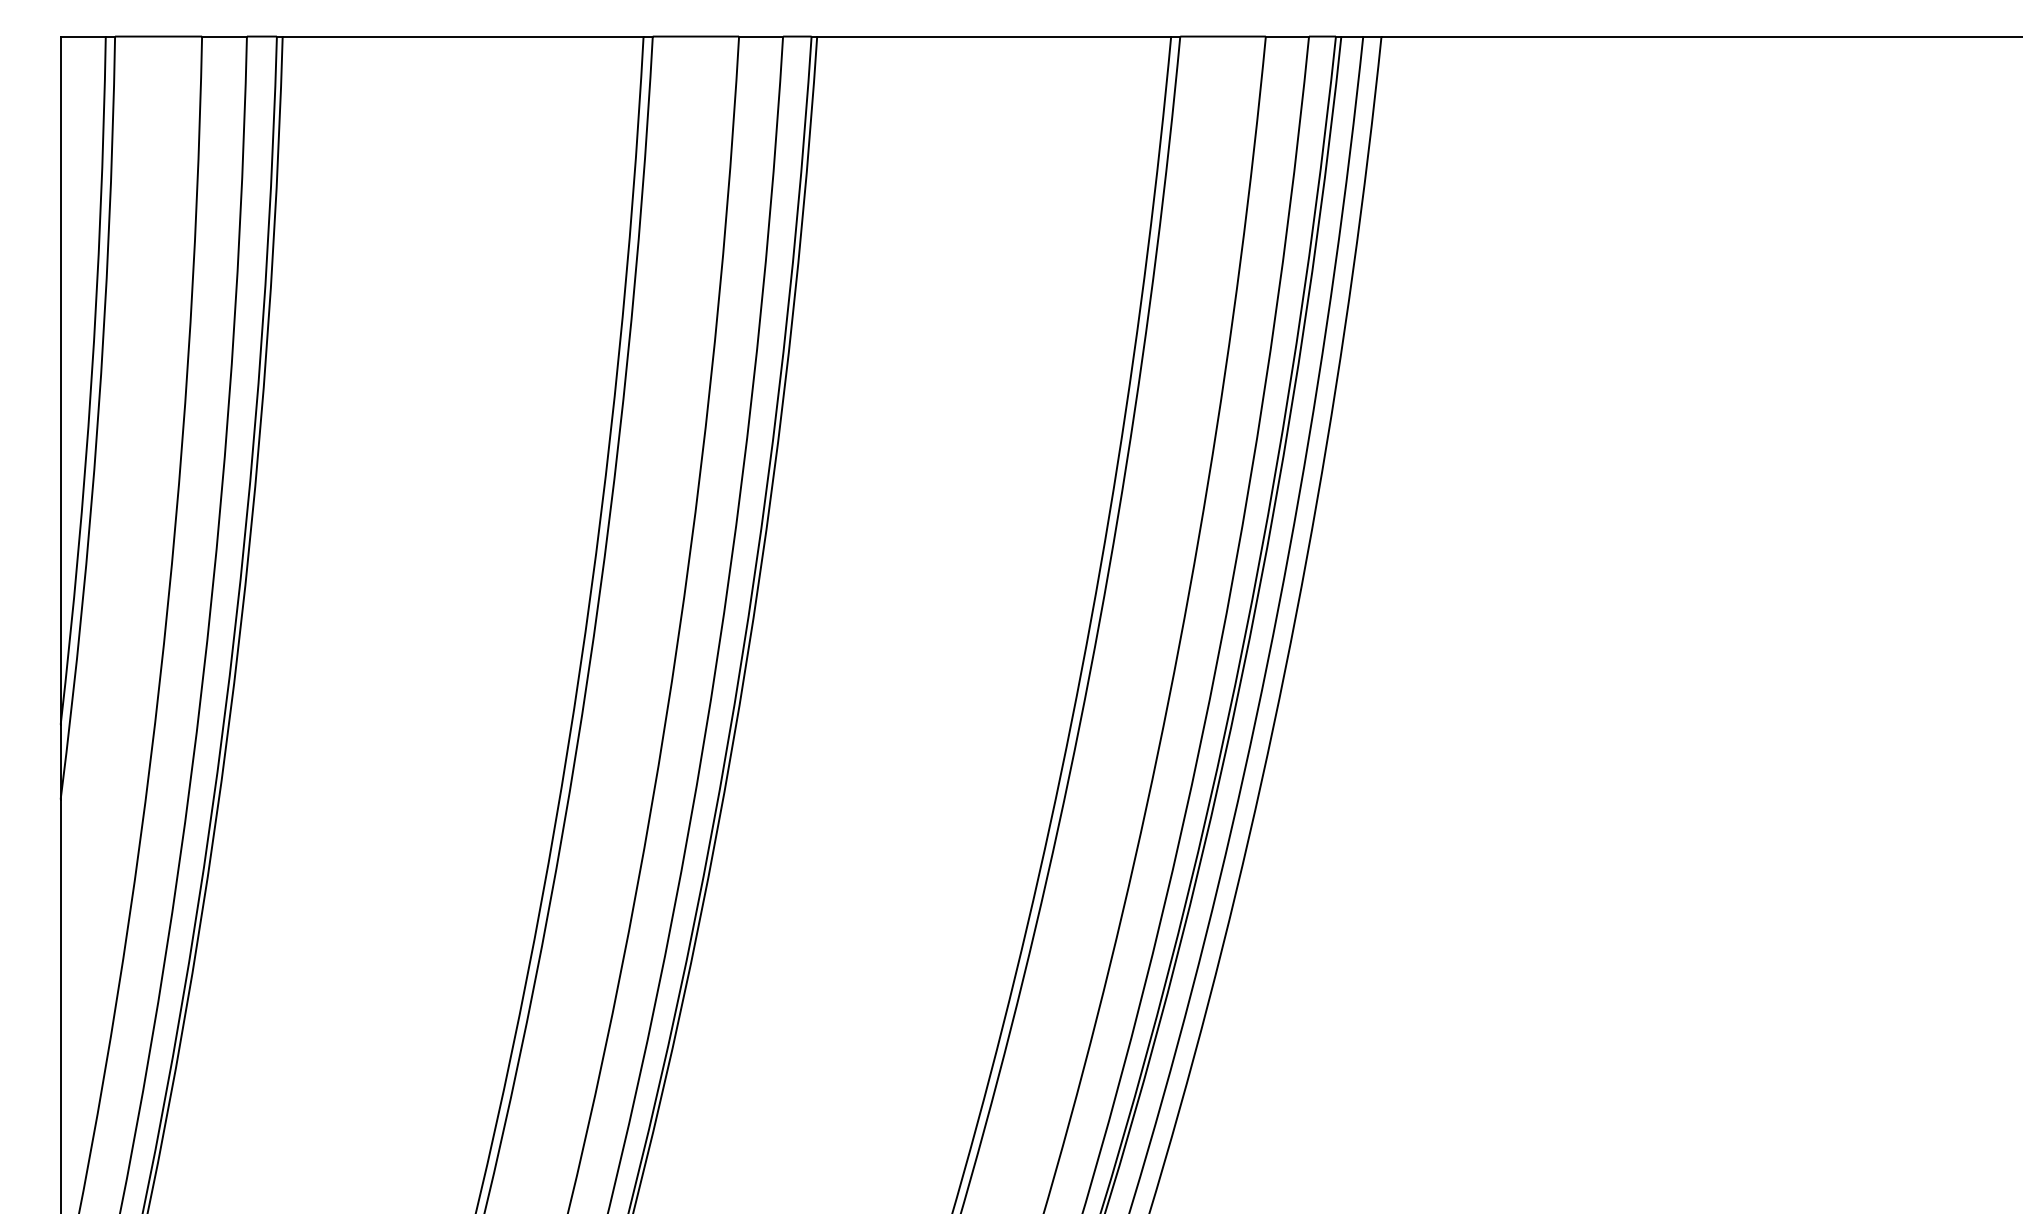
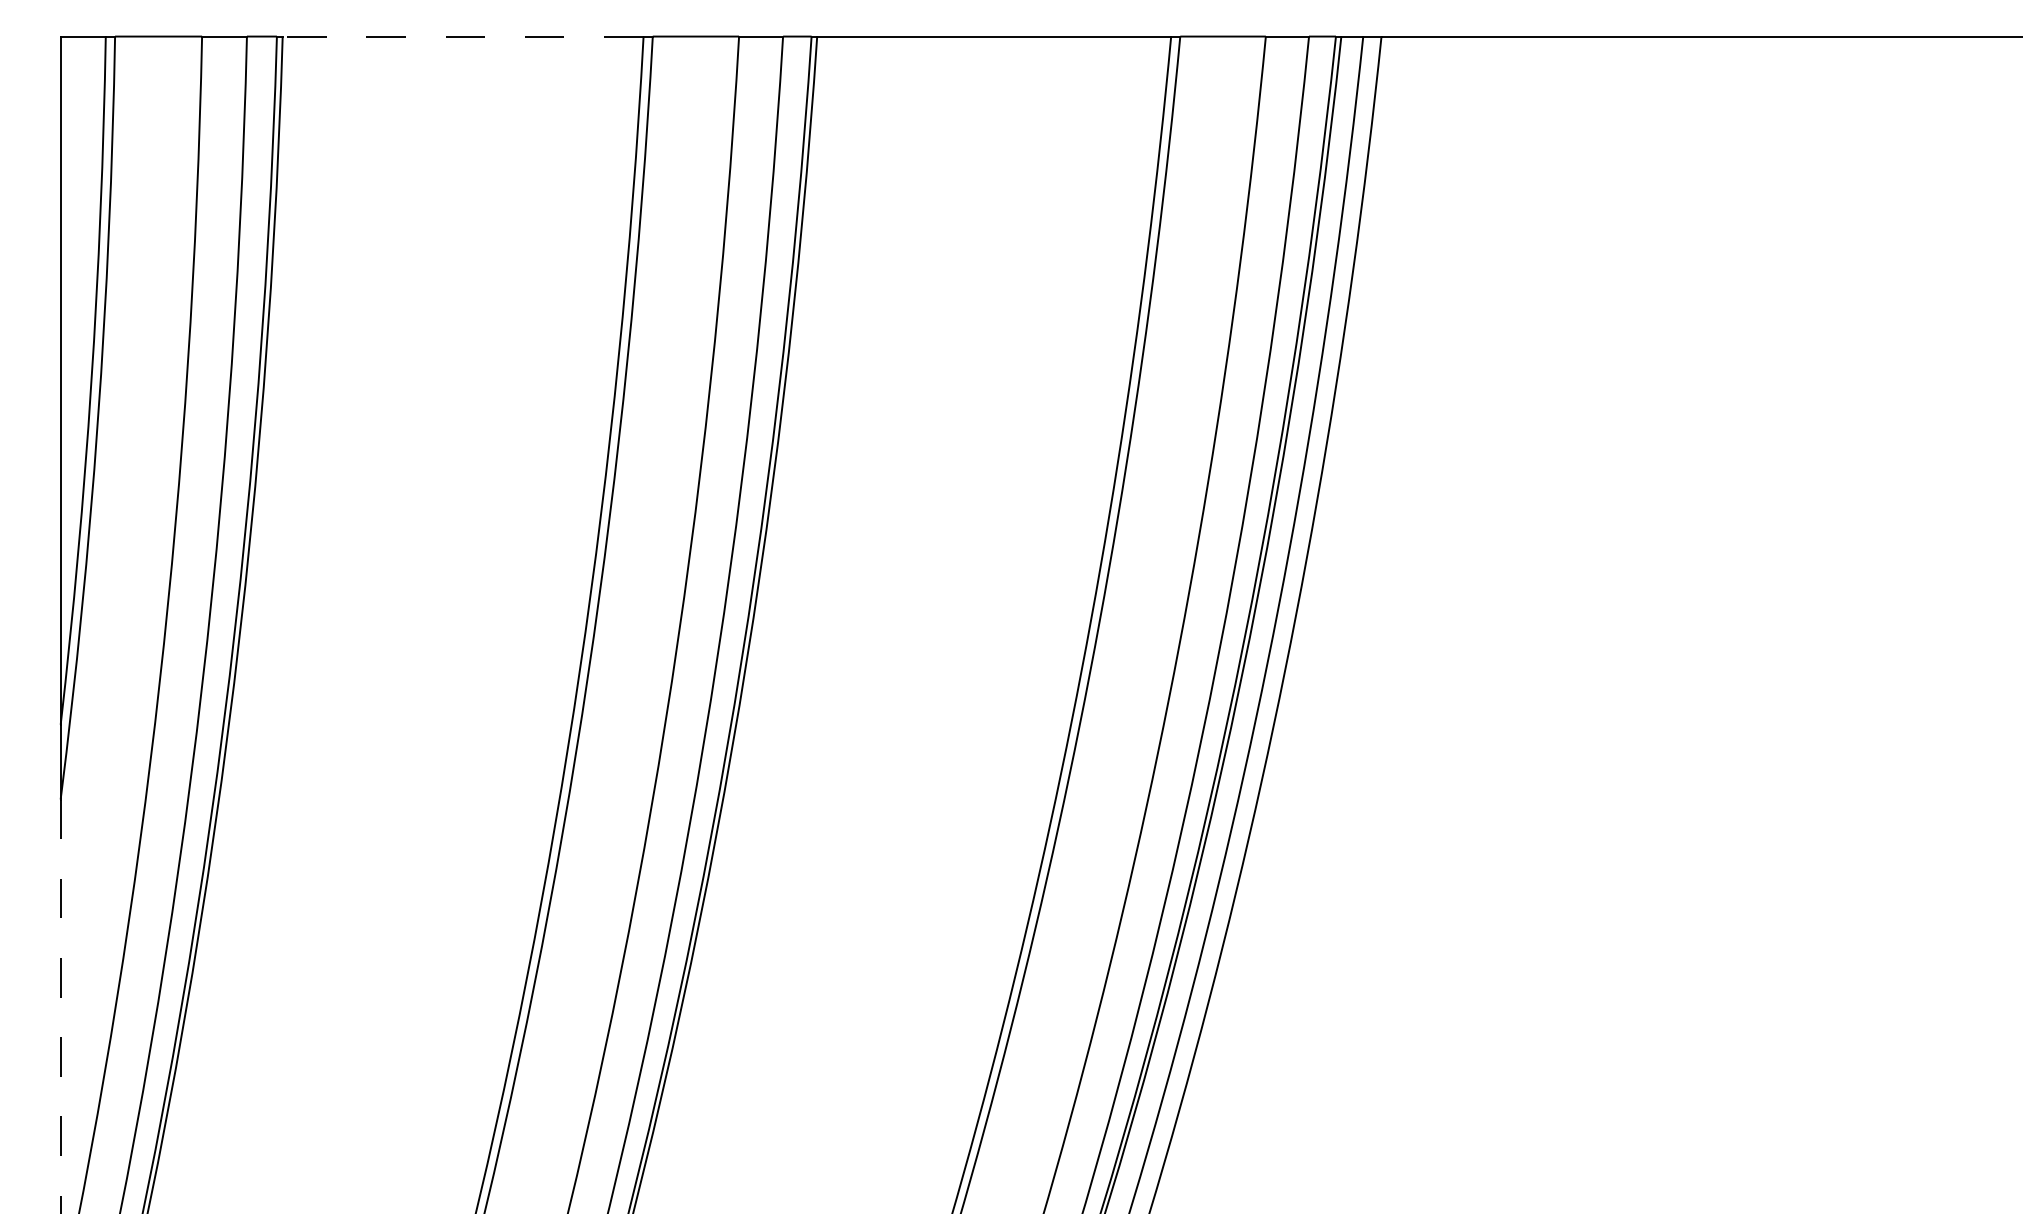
line at (462, 36): solid -> dashed
line at (60, 1006): solid -> dashed
